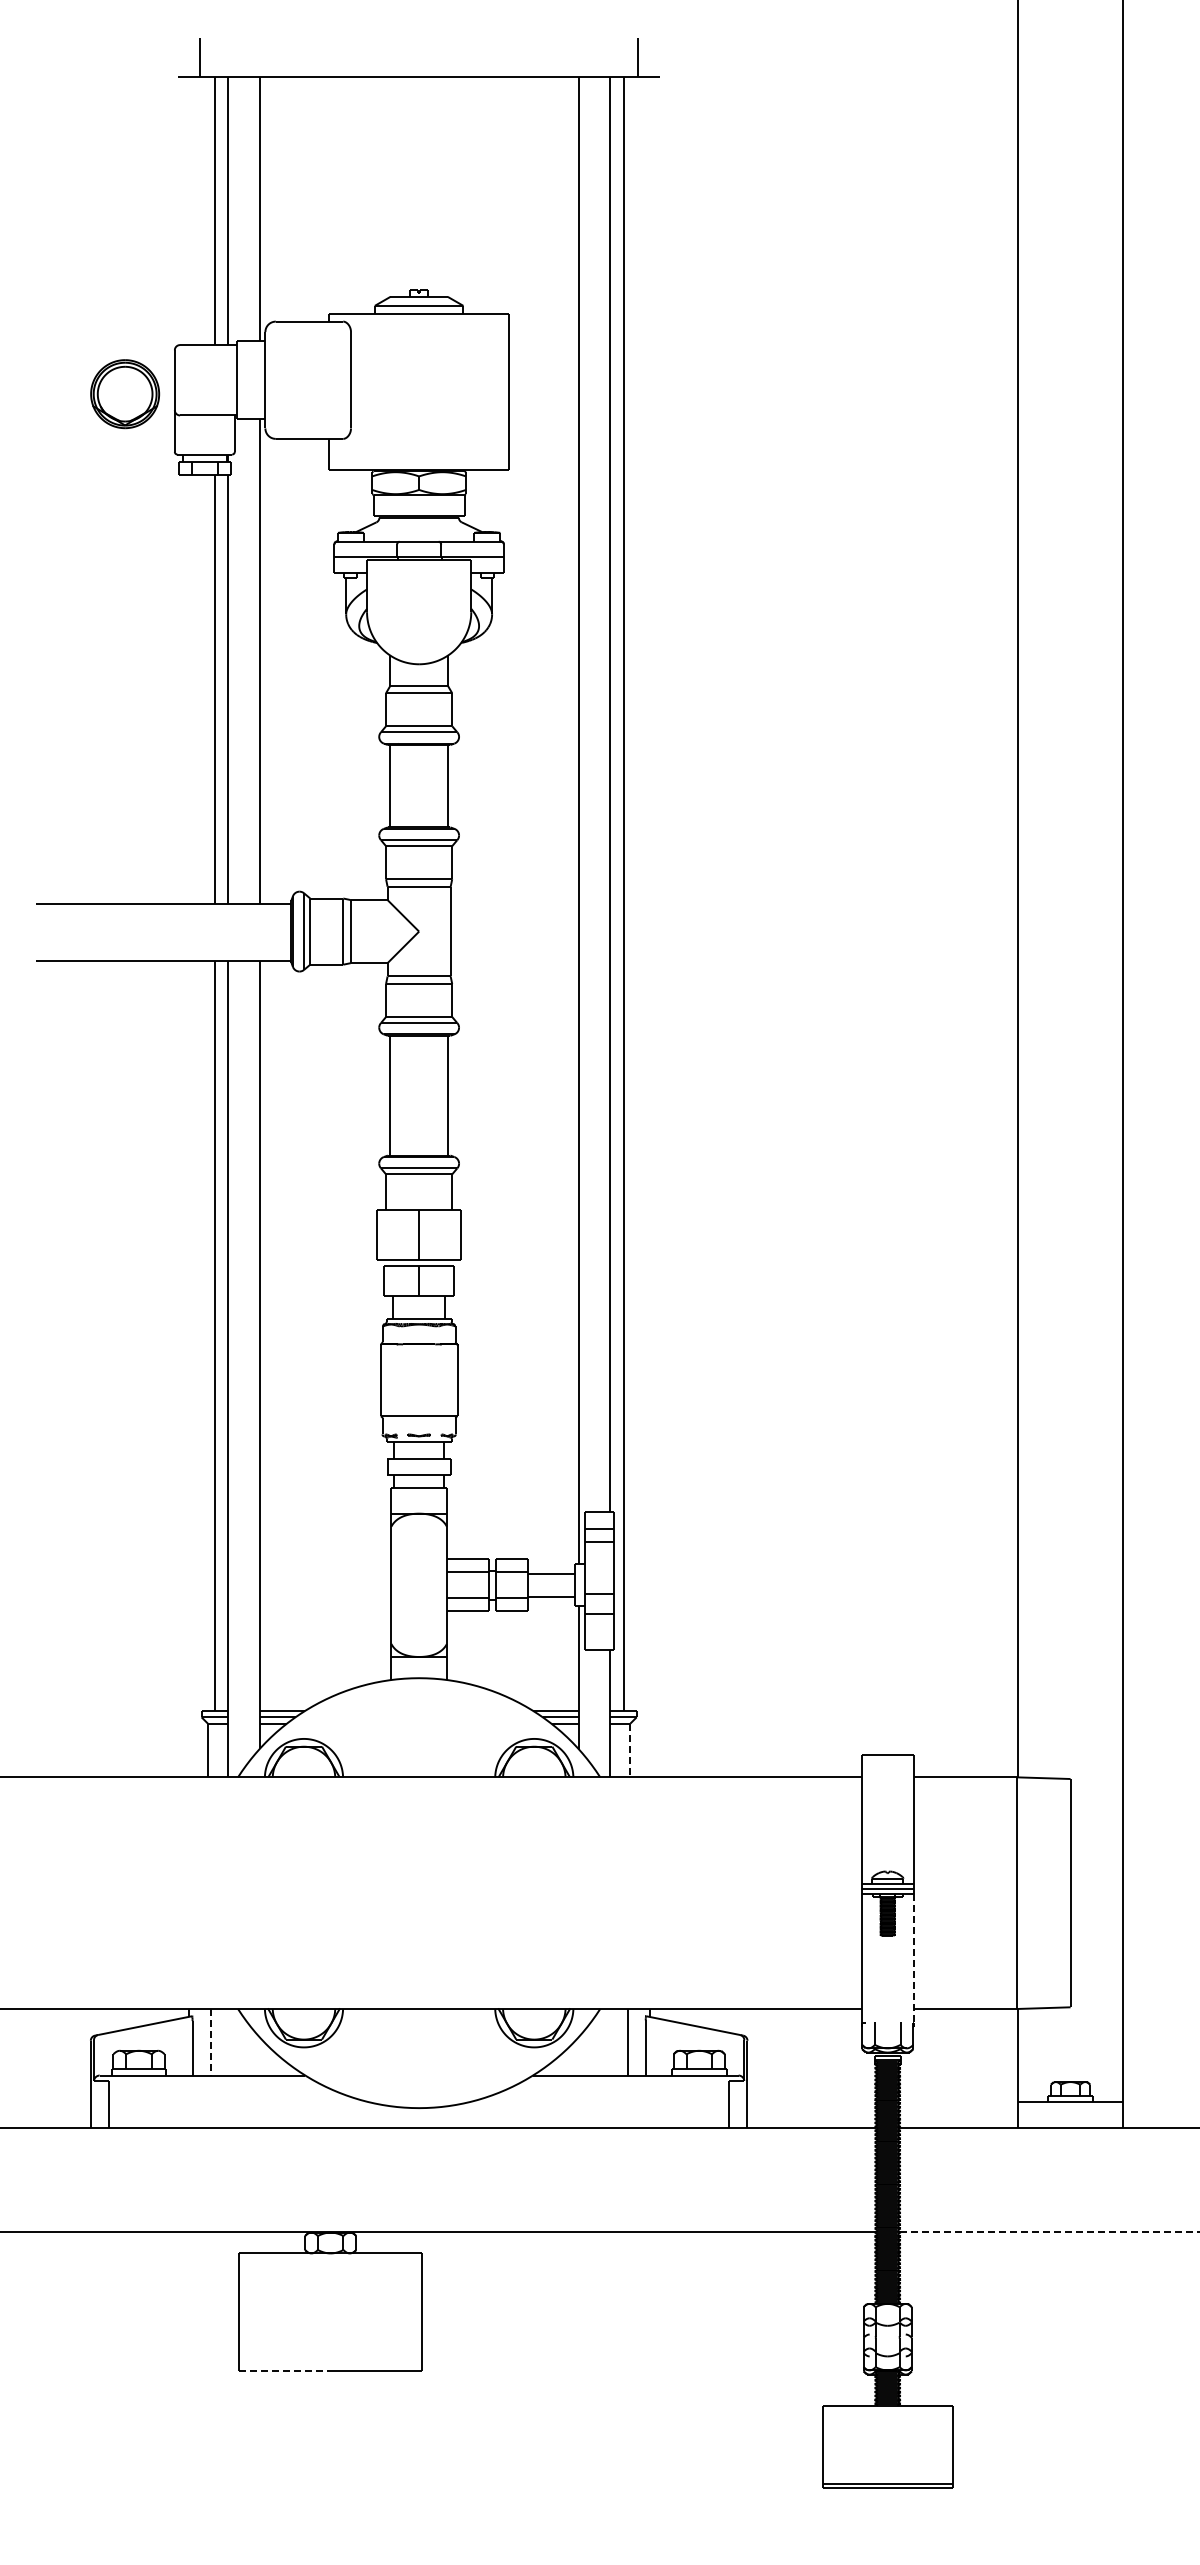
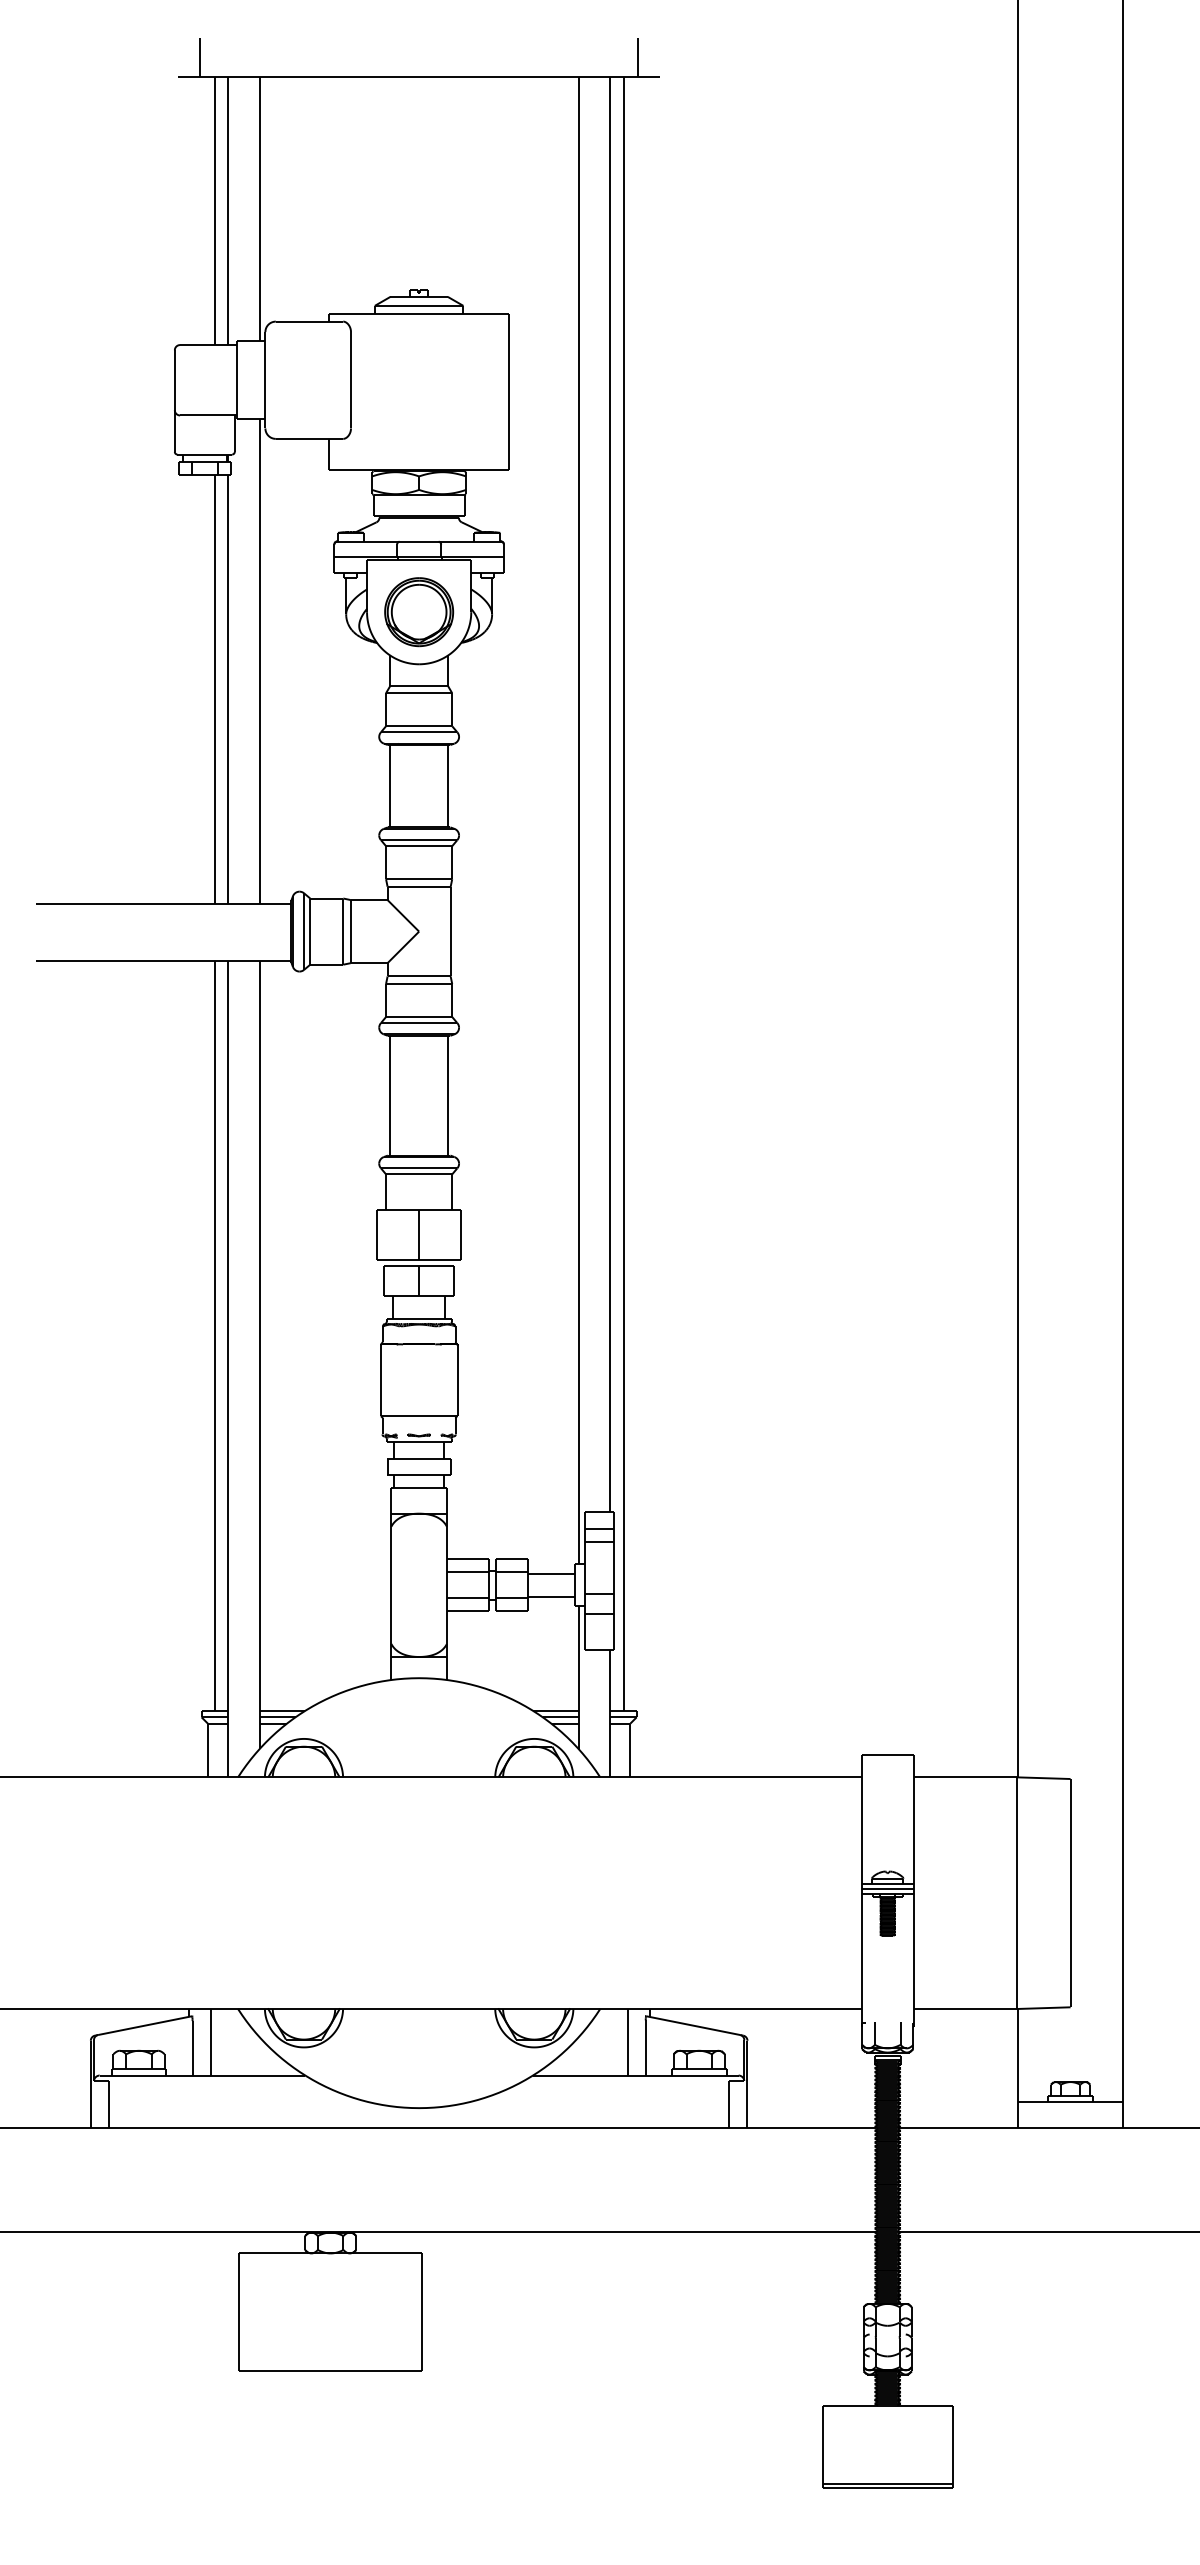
part at (125, 394) position: (125, 394) -> (419, 612)
line at (630, 1750): dashed -> solid
line at (913, 1959): dashed -> solid
line at (210, 2042): dashed -> solid
line at (1049, 2231): dashed -> solid
line at (285, 2370): dashed -> solid
